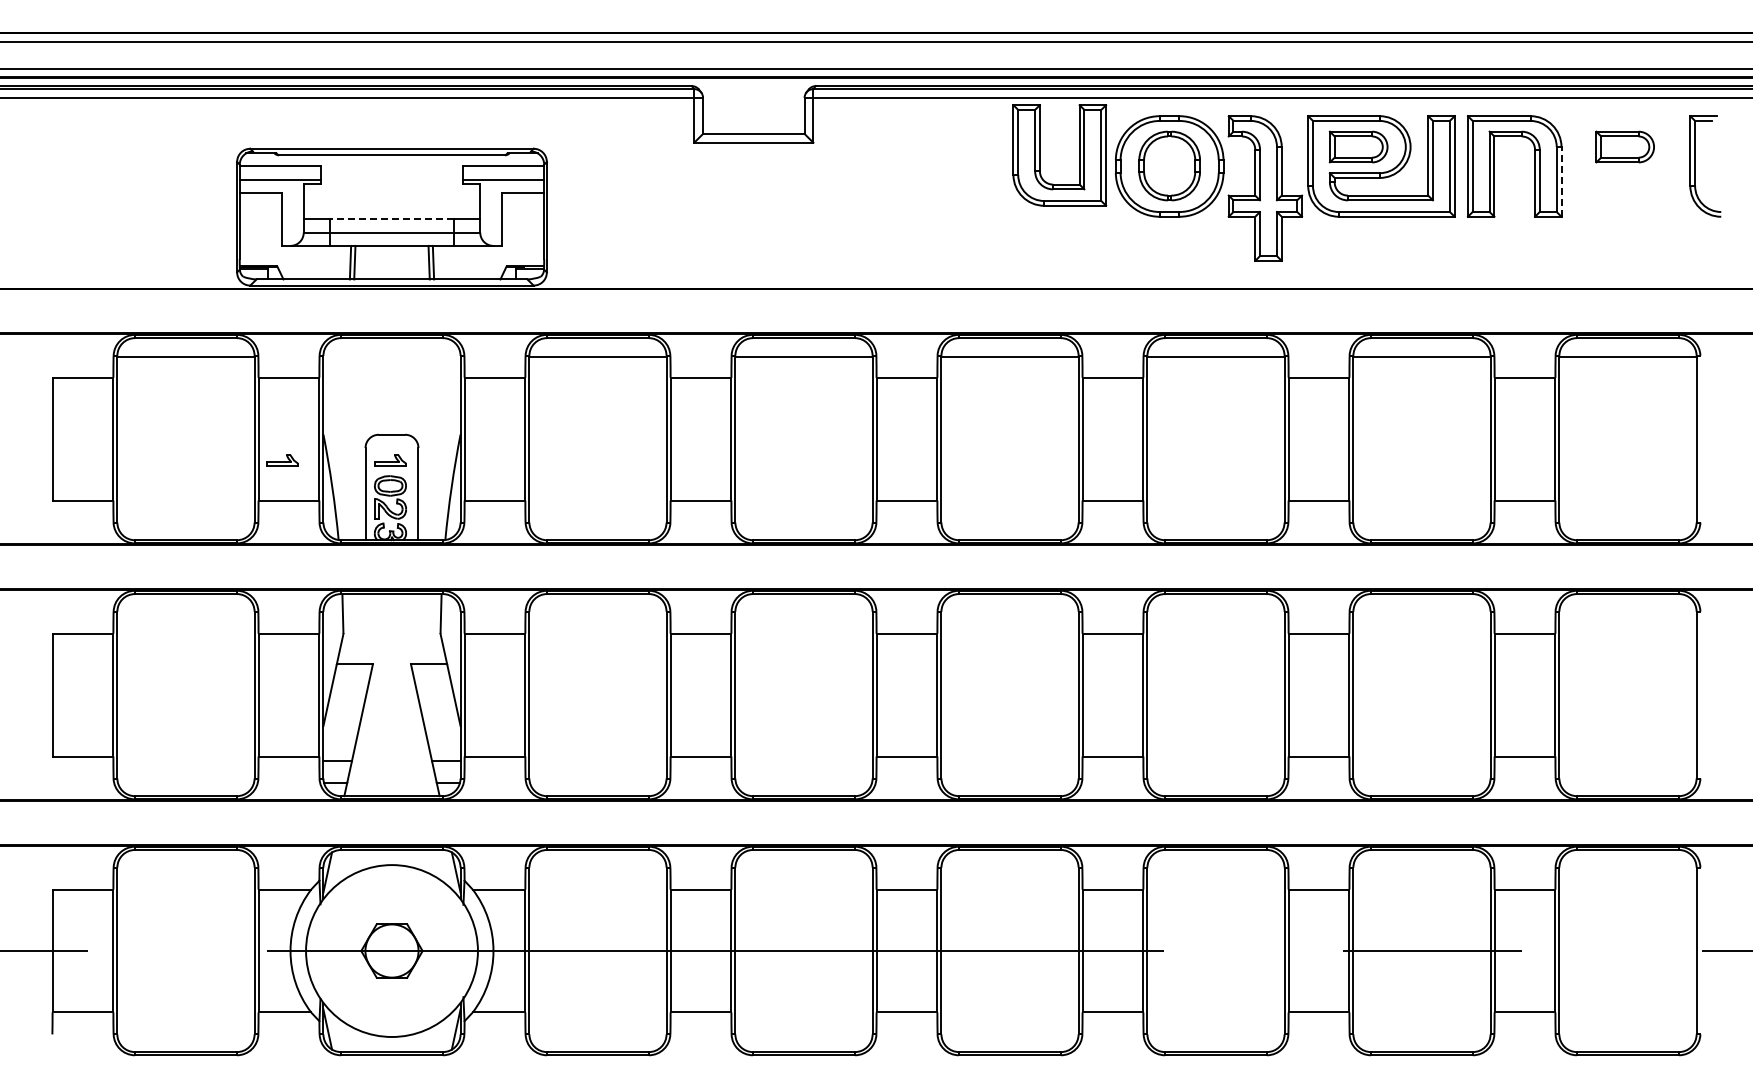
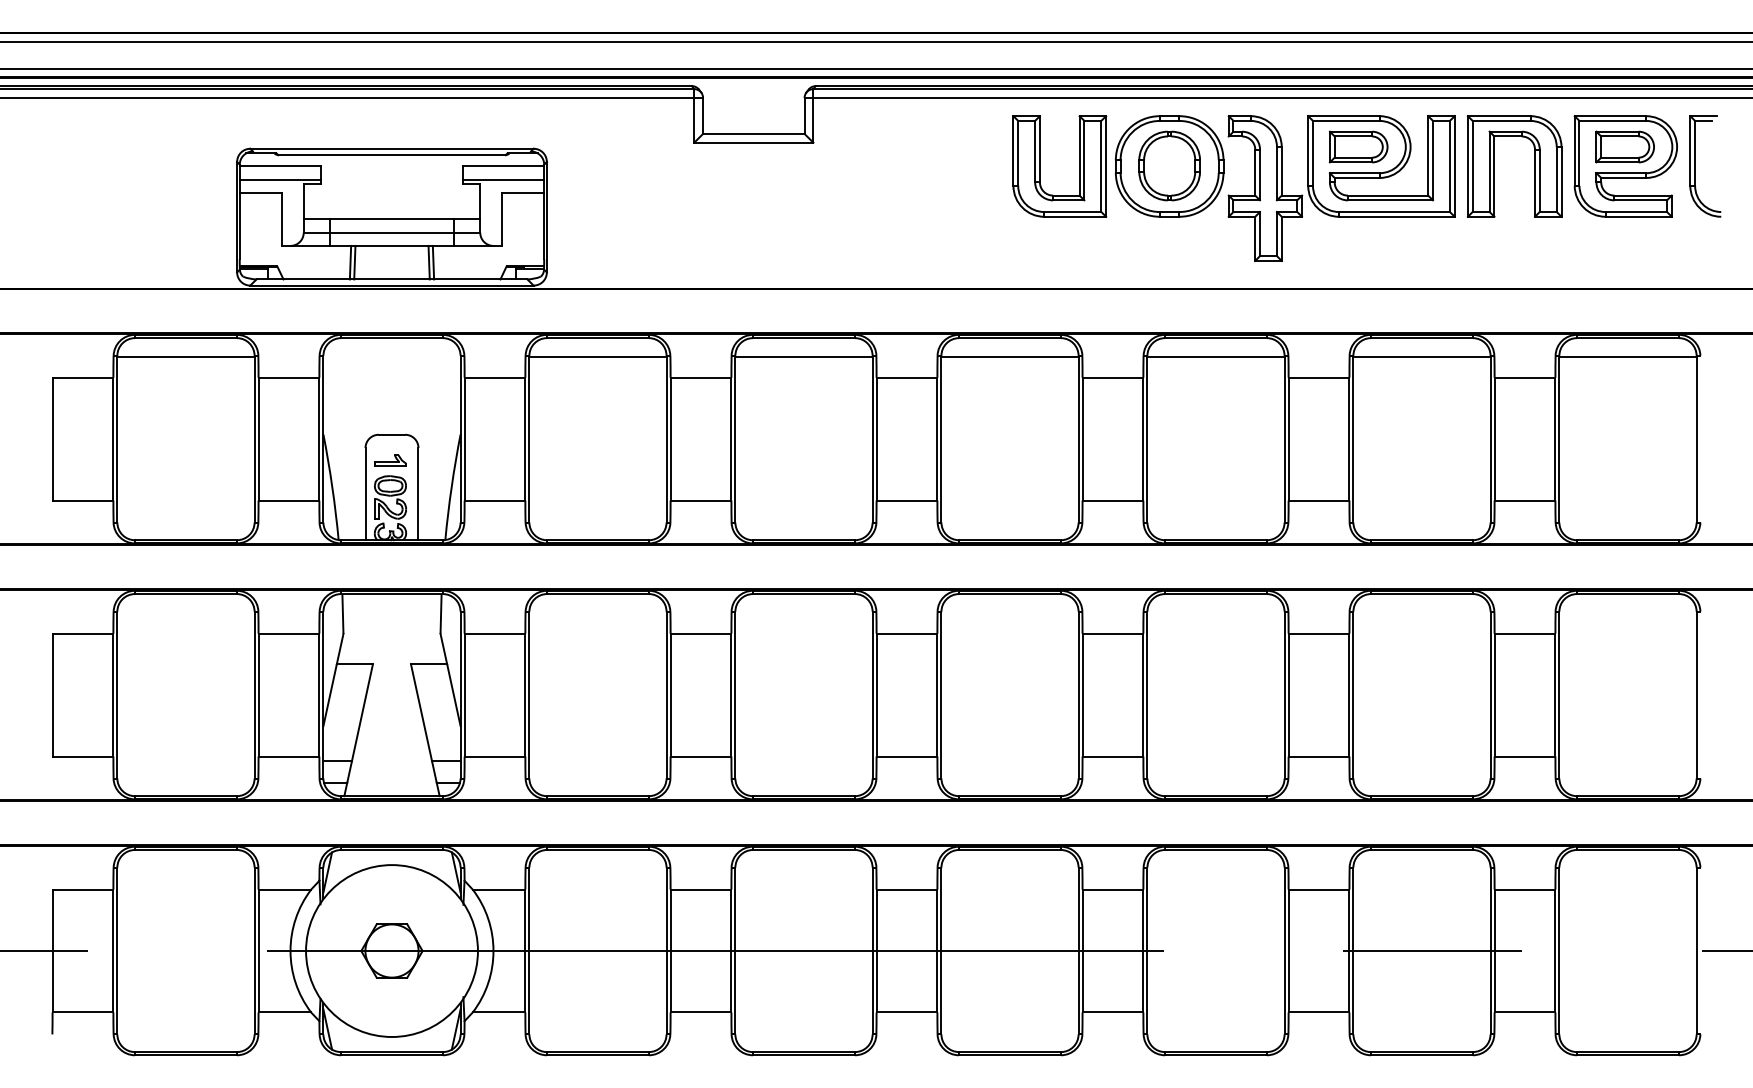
part at (1040, 155) position: (1040, 155) -> (1040, 166)
part at (1625, 166): none -> present
line at (1561, 181): dashed -> solid
line at (392, 219): dashed -> solid
part at (282, 460): present -> none
